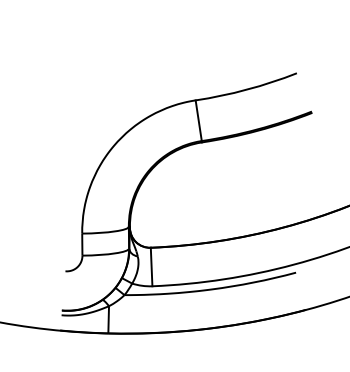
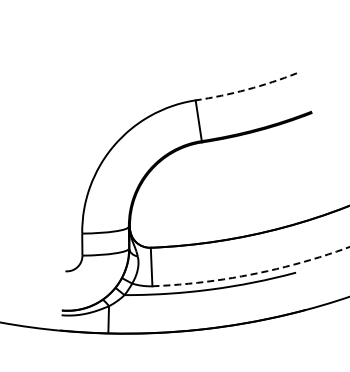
arc at (247, 89): solid -> dashed
arc at (253, 274): solid -> dashed
